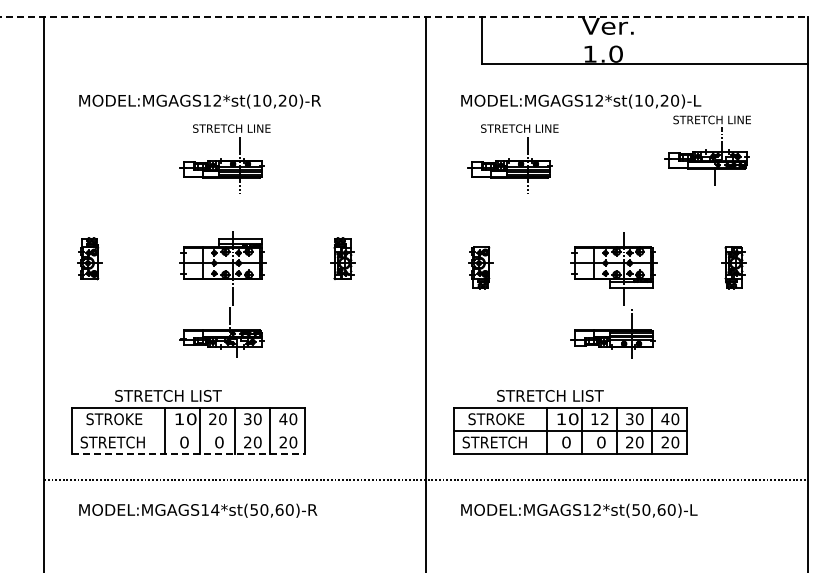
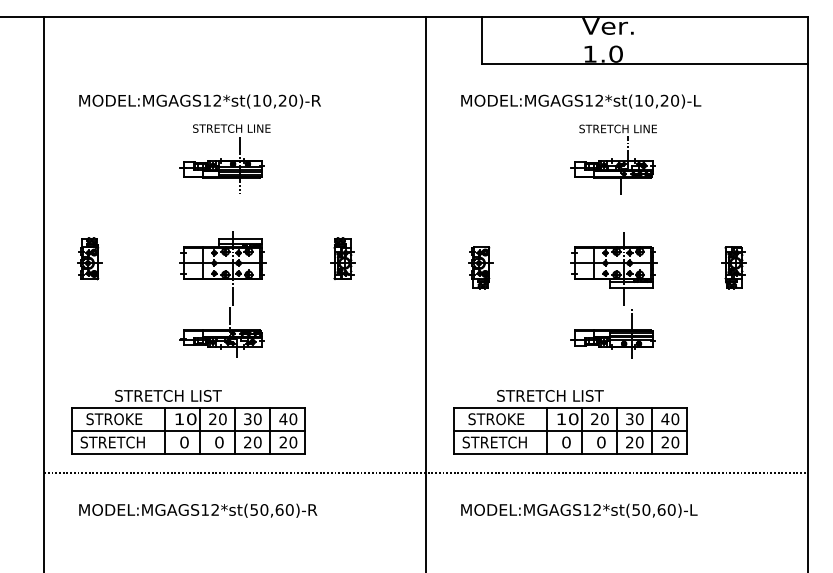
line at (404, 17): dashed -> solid
part at (707, 150) position: (707, 150) -> (613, 159)
part at (512, 158): present -> none
text at (599, 419): 12 -> 20
line at (187, 430): none -> present
line at (188, 454): dashed -> solid
line at (426, 479) position: (426, 479) -> (426, 472)
text at (215, 509): MODEL:MGAGS14*st(50,60)-R -> MODEL:MGAGS12*st(50,60)-R
